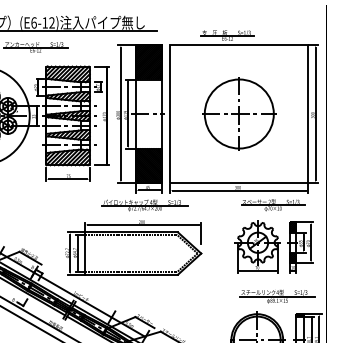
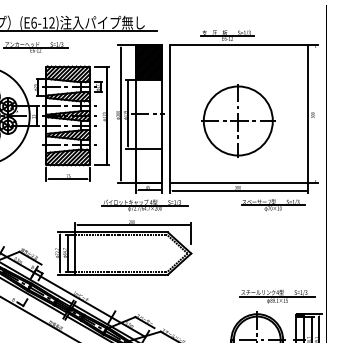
part at (239, 113) position: (239, 113) -> (238, 120)
line at (315, 113): present -> none
hatch at (149, 165): present -> none
part at (273, 246): present -> none
part at (133, 247) position: (133, 247) -> (123, 247)
line at (30, 323): present -> none
